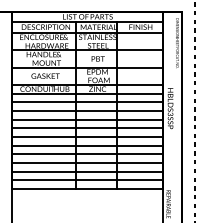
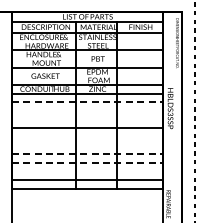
line at (87, 102): solid -> dashed
line at (86, 110): present -> none
line at (86, 119): present -> none
line at (86, 136): present -> none
line at (86, 145): present -> none
line at (87, 154): solid -> dashed
line at (87, 162): solid -> dashed
line at (86, 171): present -> none
